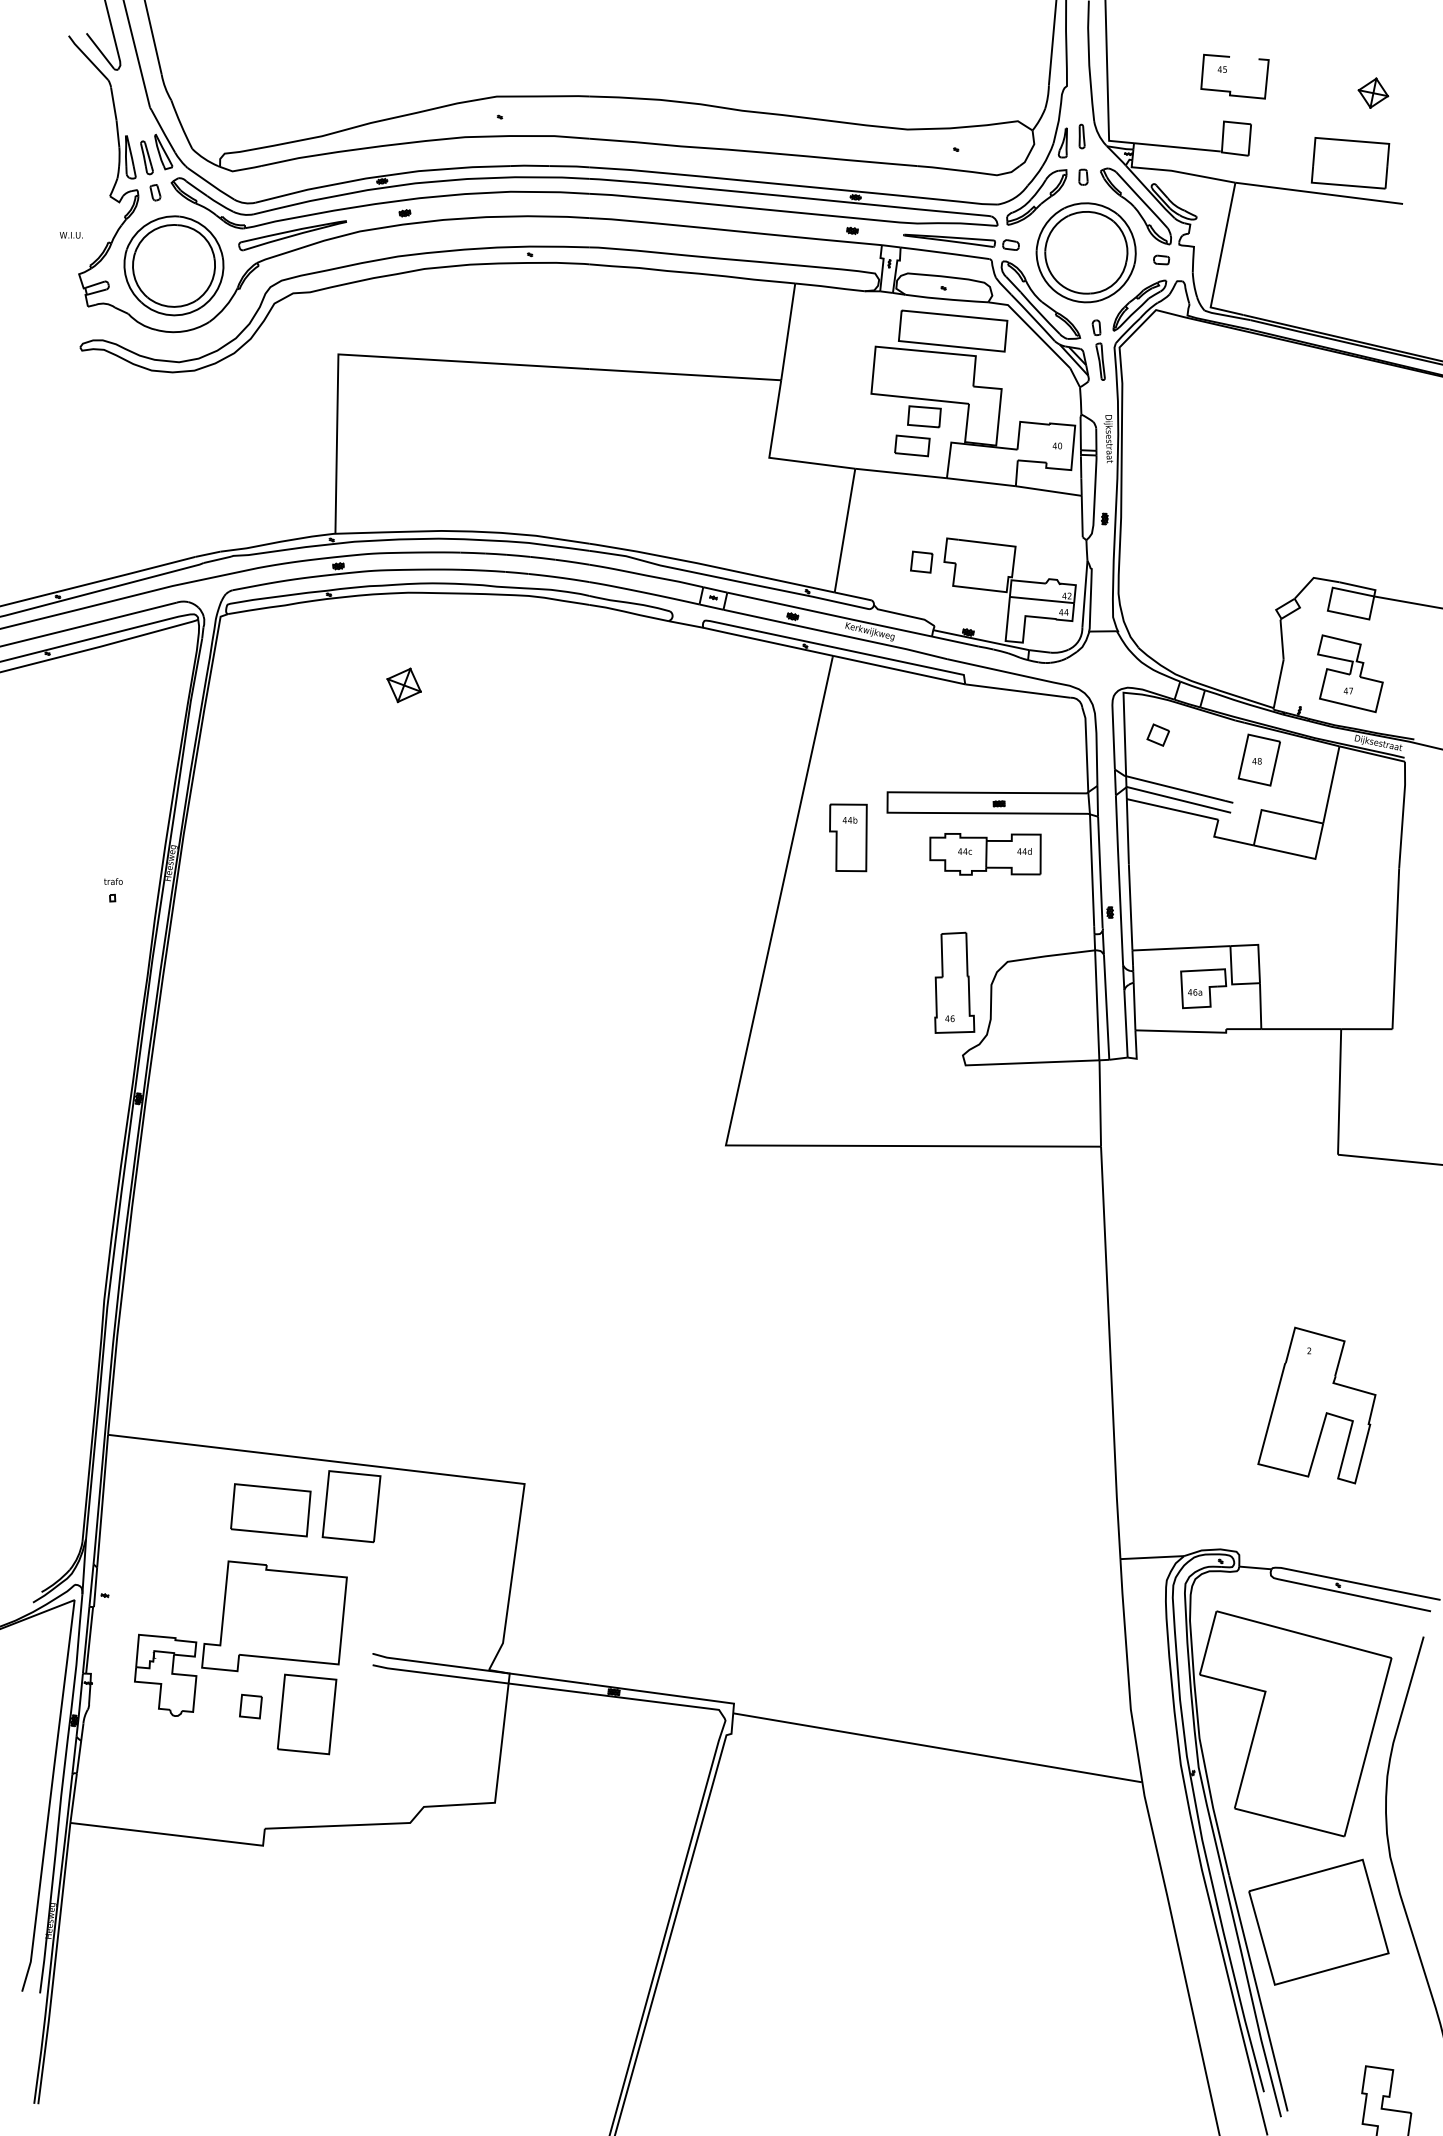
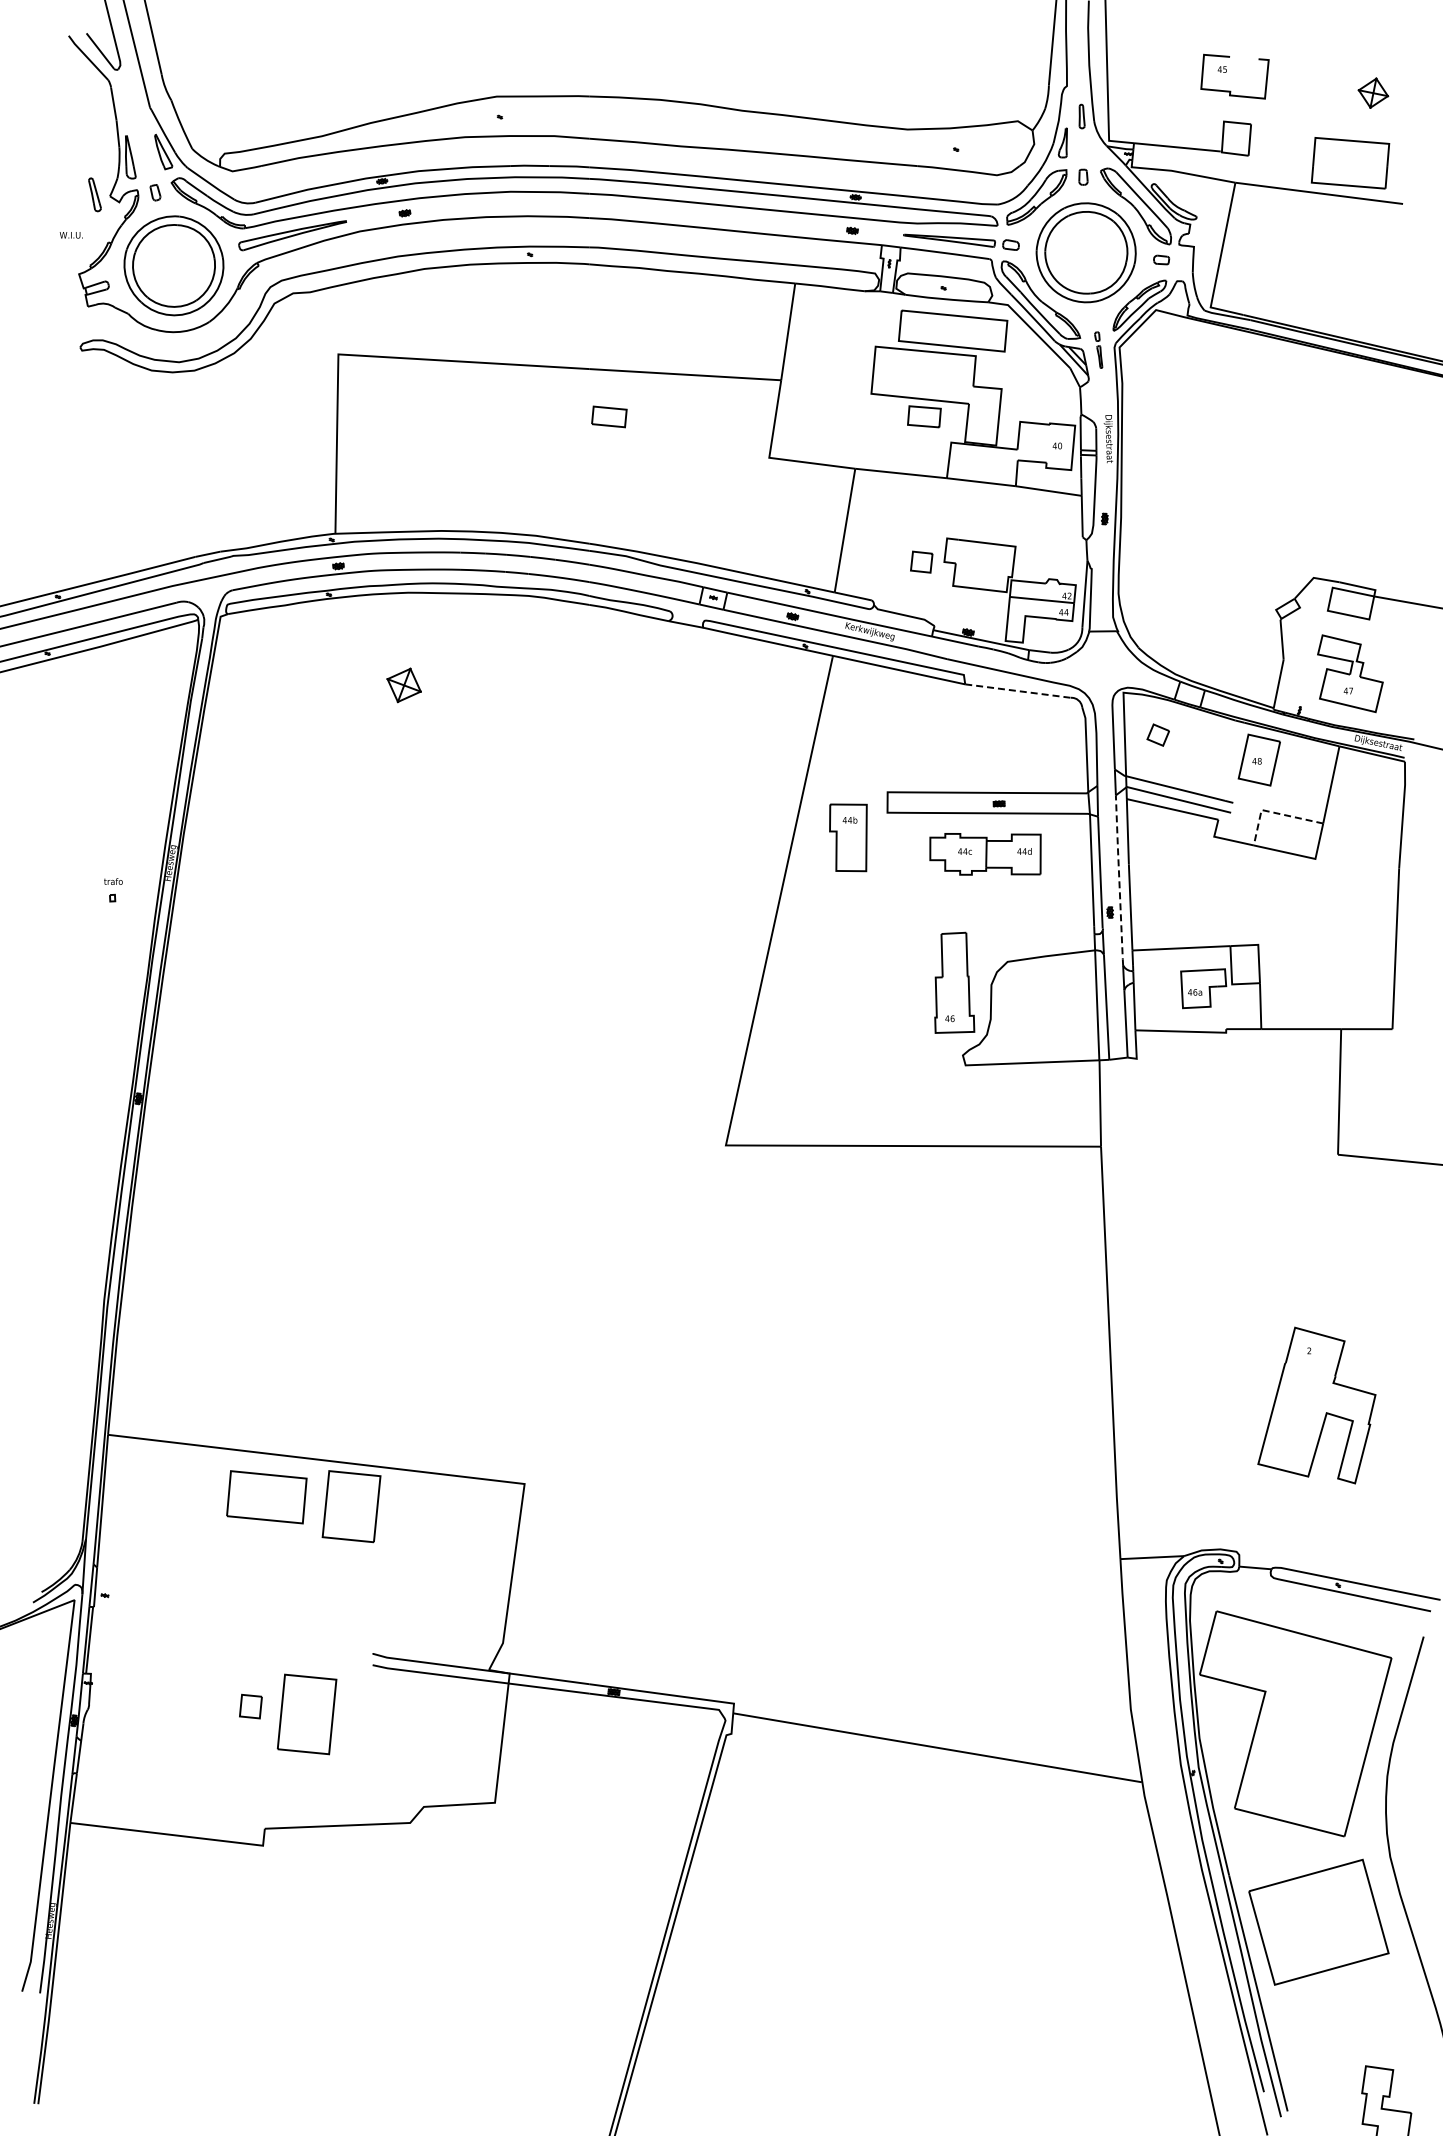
part at (1081, 136) position: (1081, 136) -> (1081, 116)
part at (146, 157) position: (146, 157) -> (94, 194)
part at (1098, 349) size: 15x62 px -> 10x38 px
part at (912, 445) position: (912, 445) -> (609, 416)
line at (1018, 691): solid -> dashed
line at (1274, 812): solid -> dashed
line at (1119, 879): solid -> dashed
part at (270, 1510) position: (270, 1510) -> (266, 1497)
part at (240, 1638): present -> none
